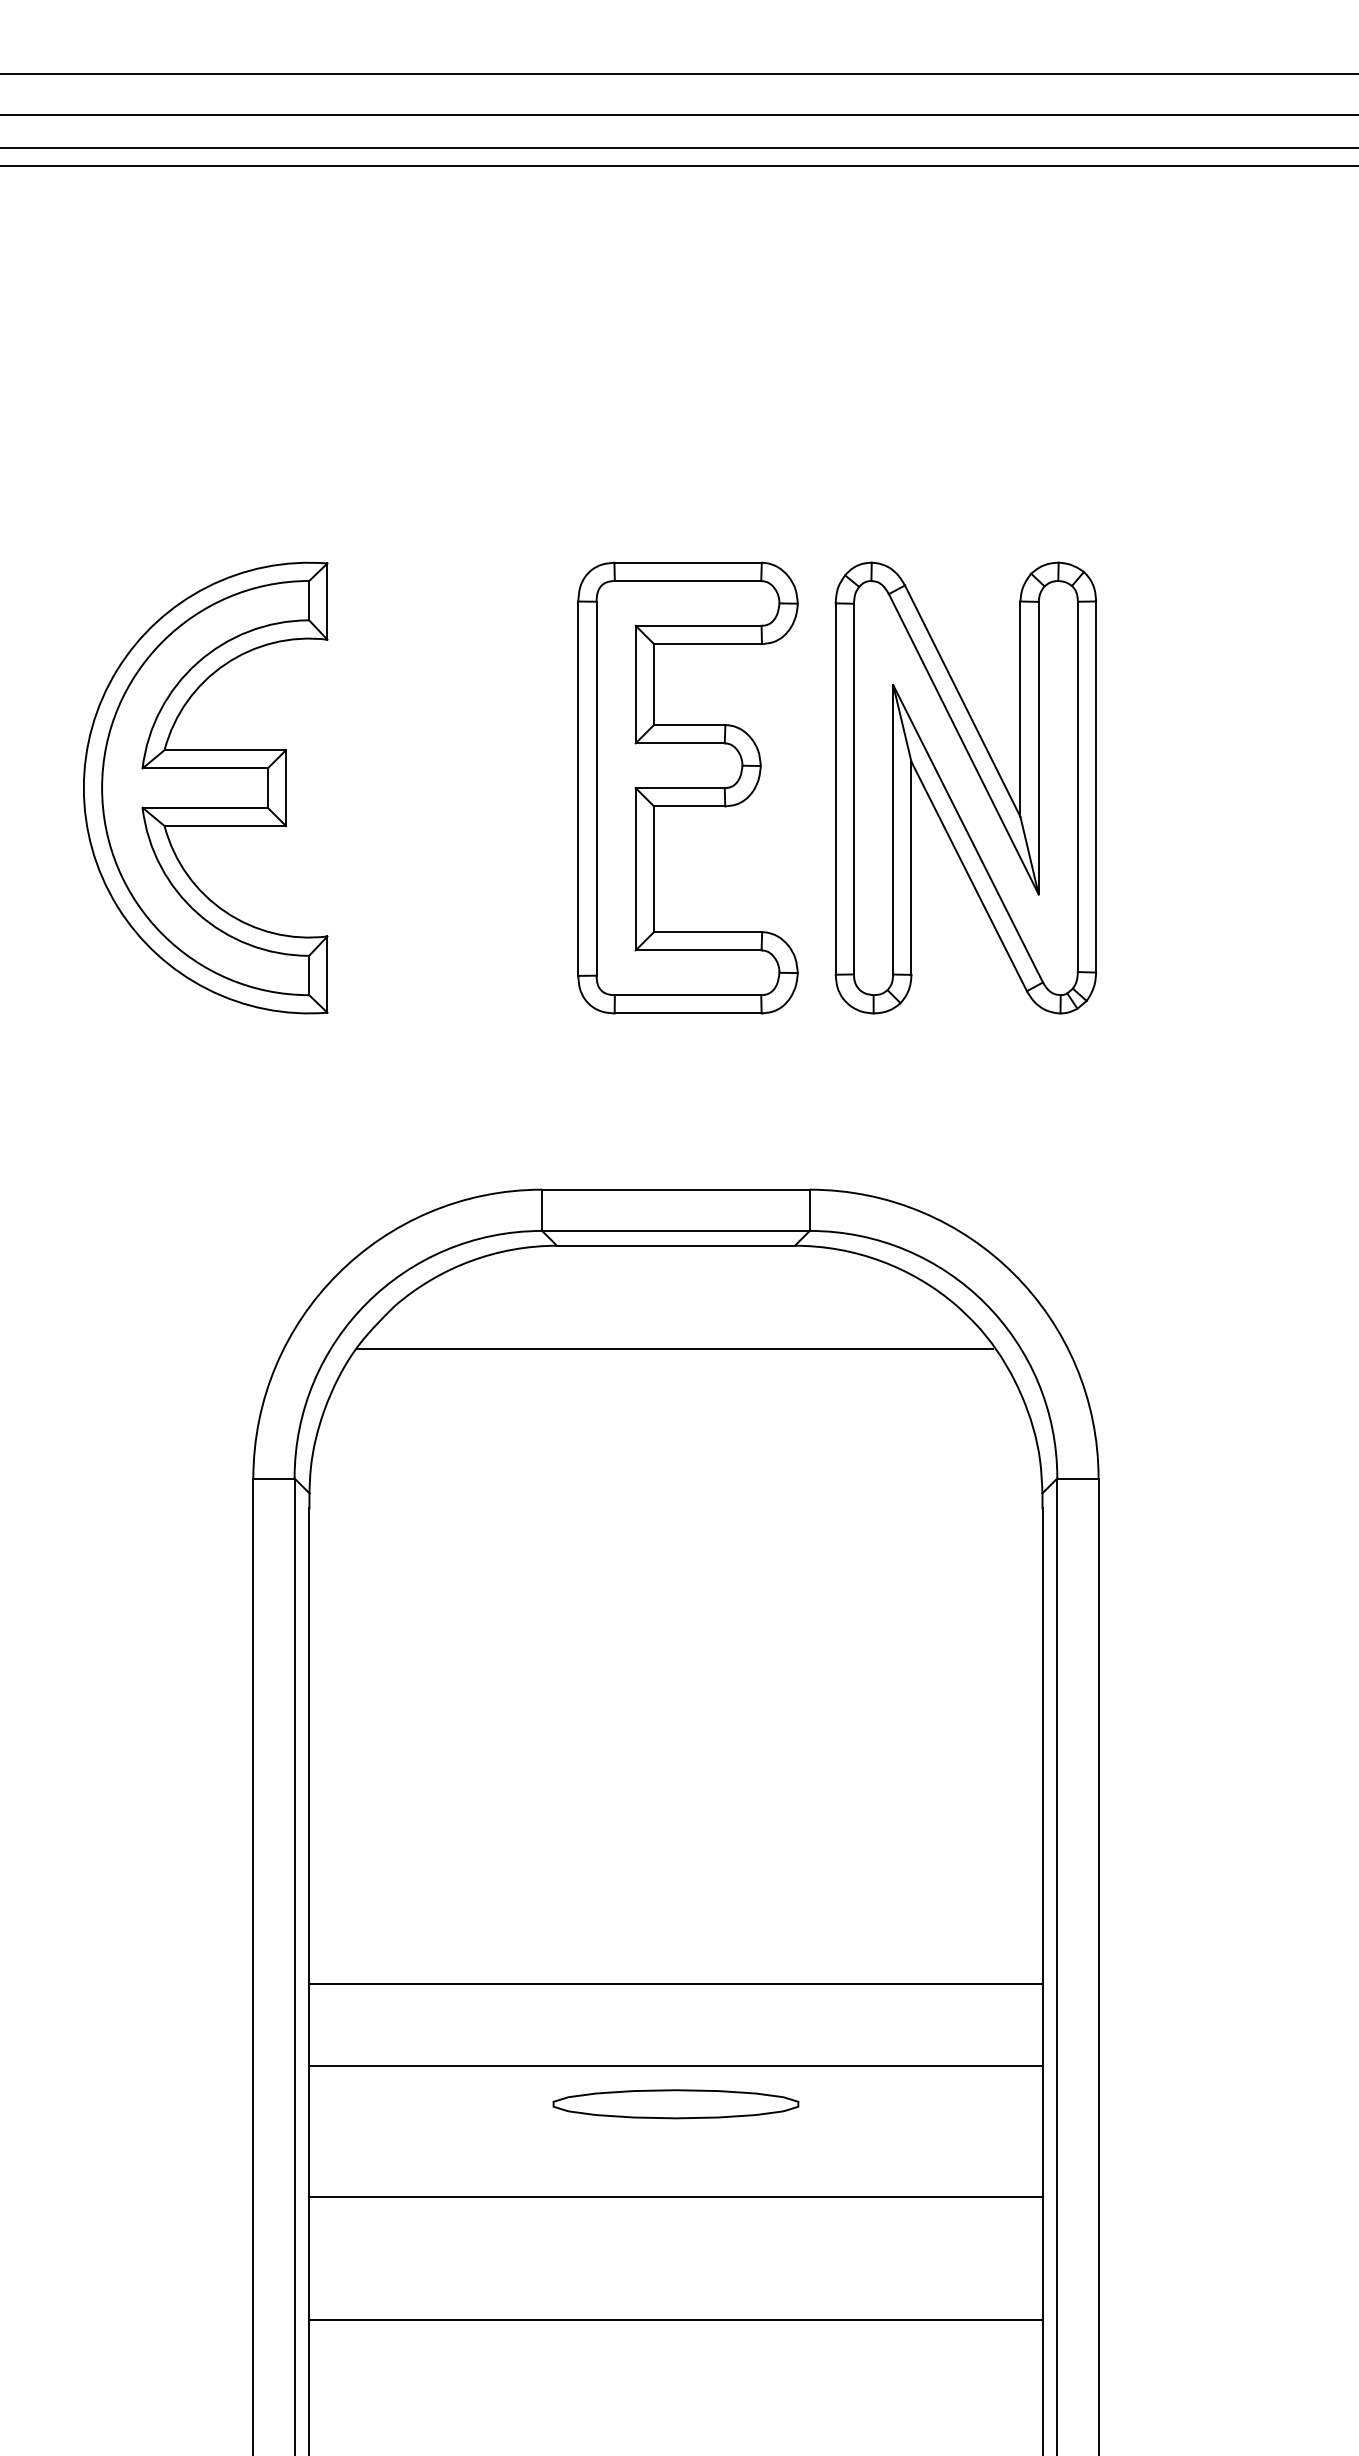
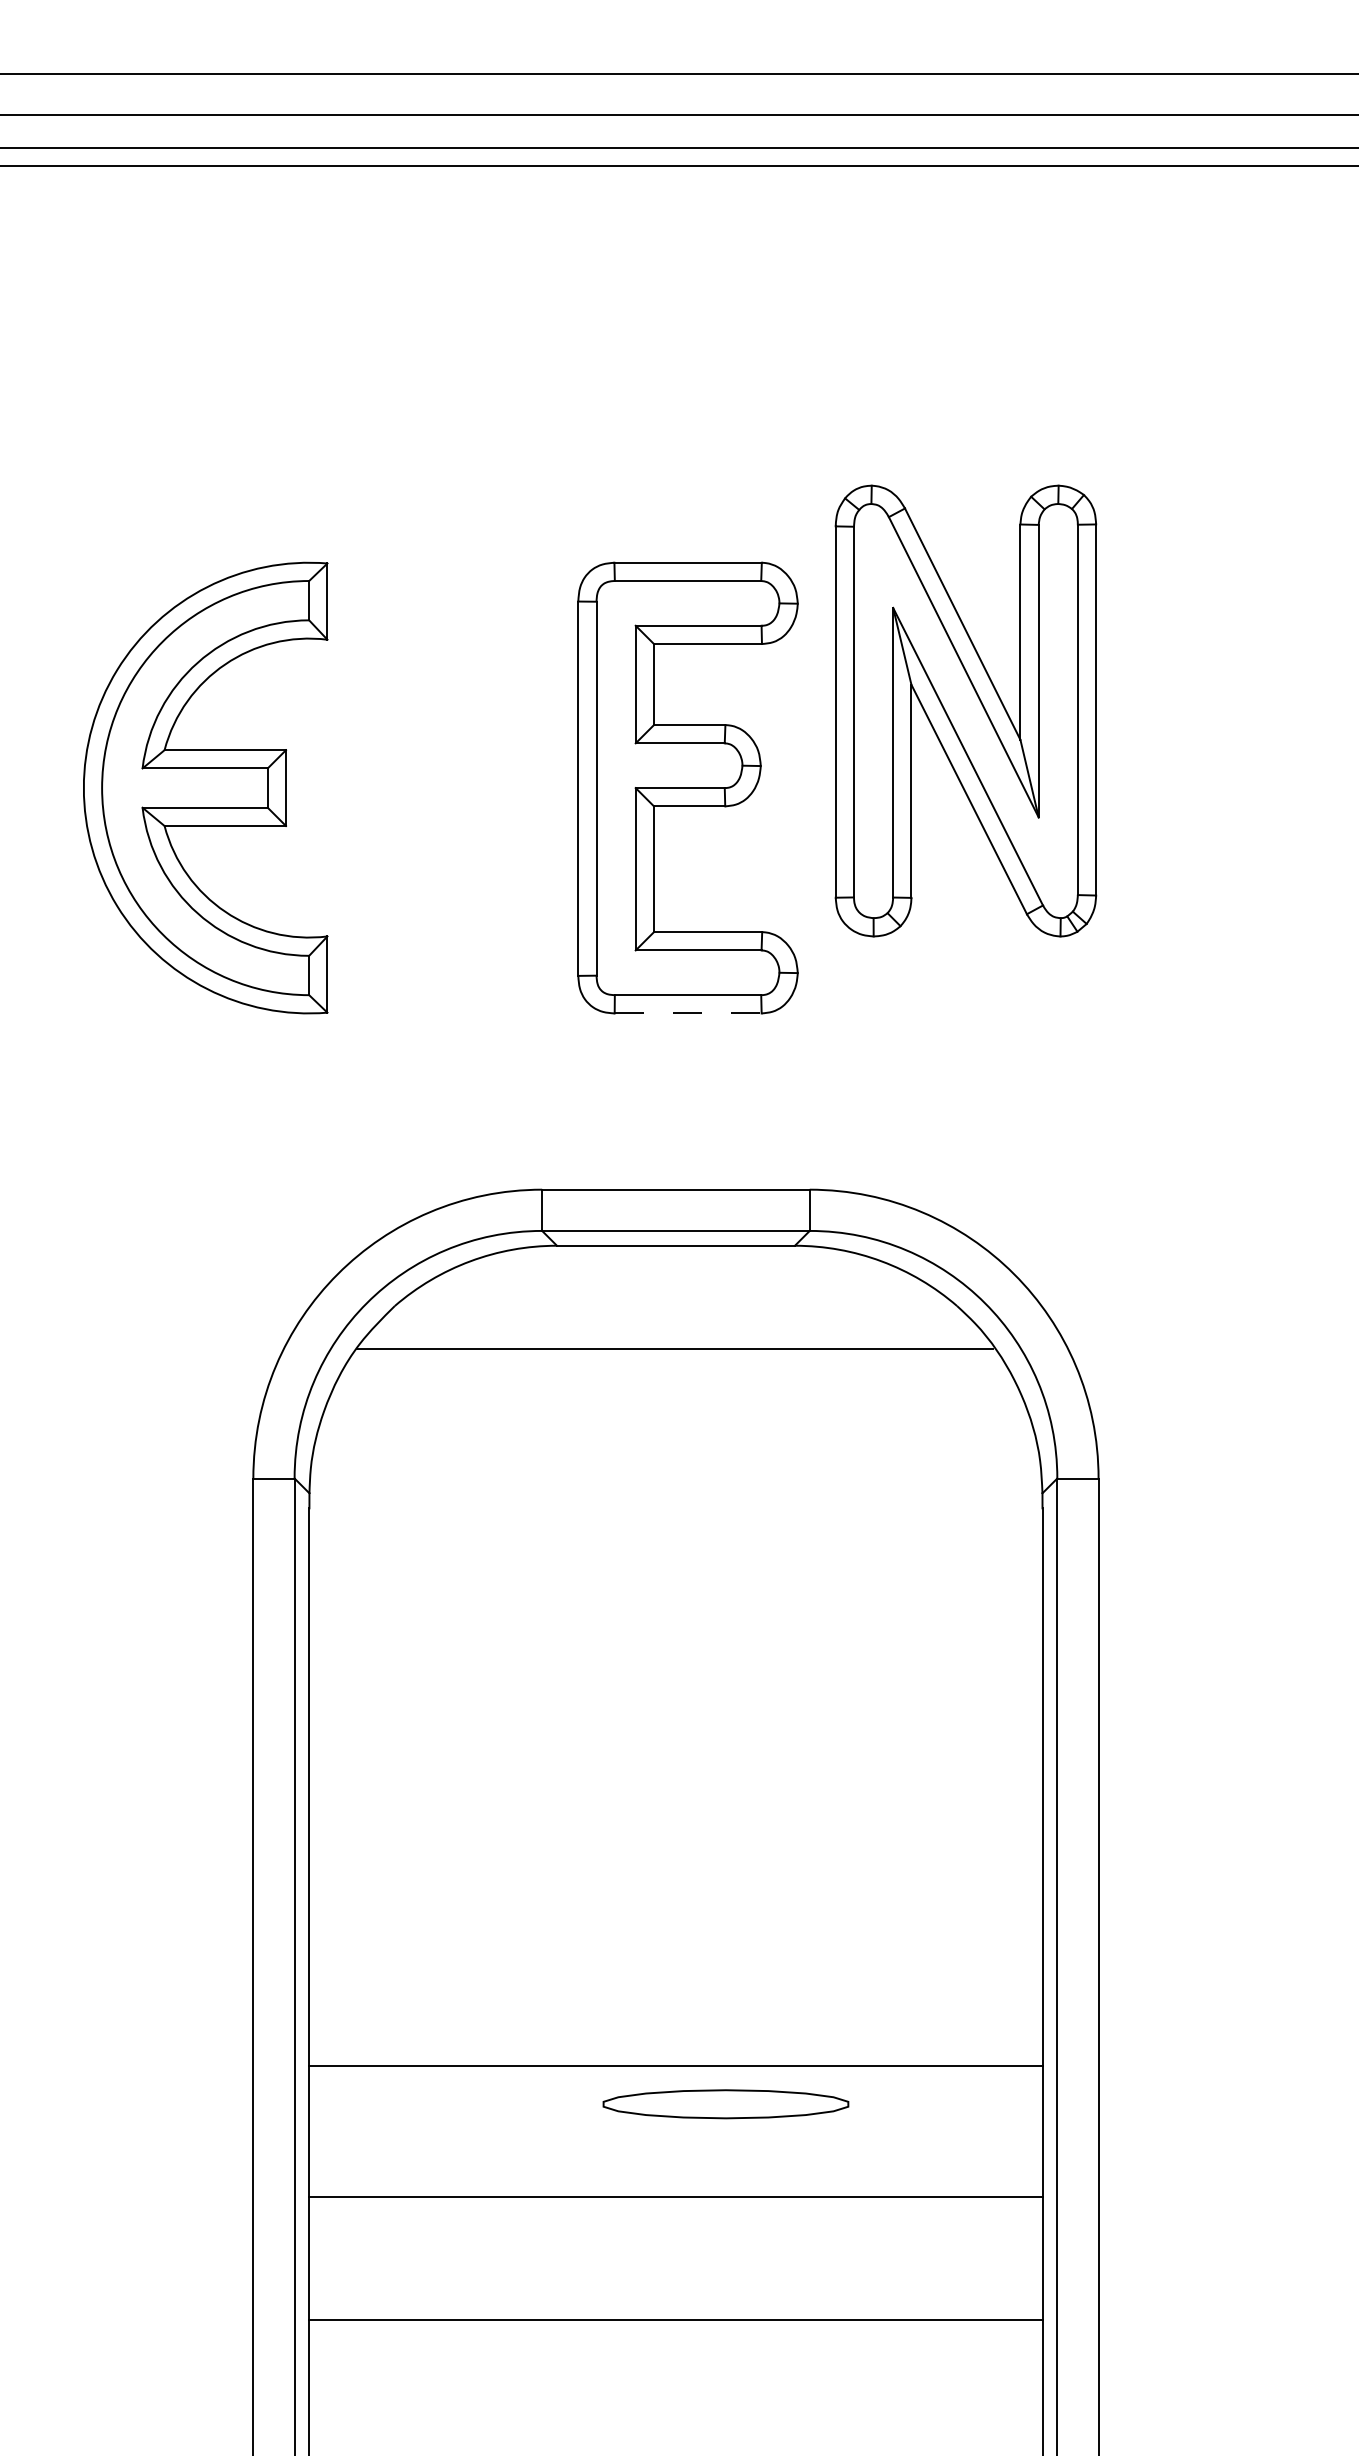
part at (965, 787) position: (965, 787) -> (965, 710)
line at (688, 1013): solid -> dashed
line at (675, 1983): present -> none
part at (675, 2104) position: (675, 2104) -> (725, 2104)
